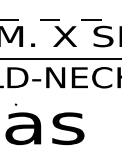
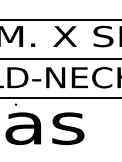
line at (61, 19): dashed -> solid
line at (60, 97): none -> present
